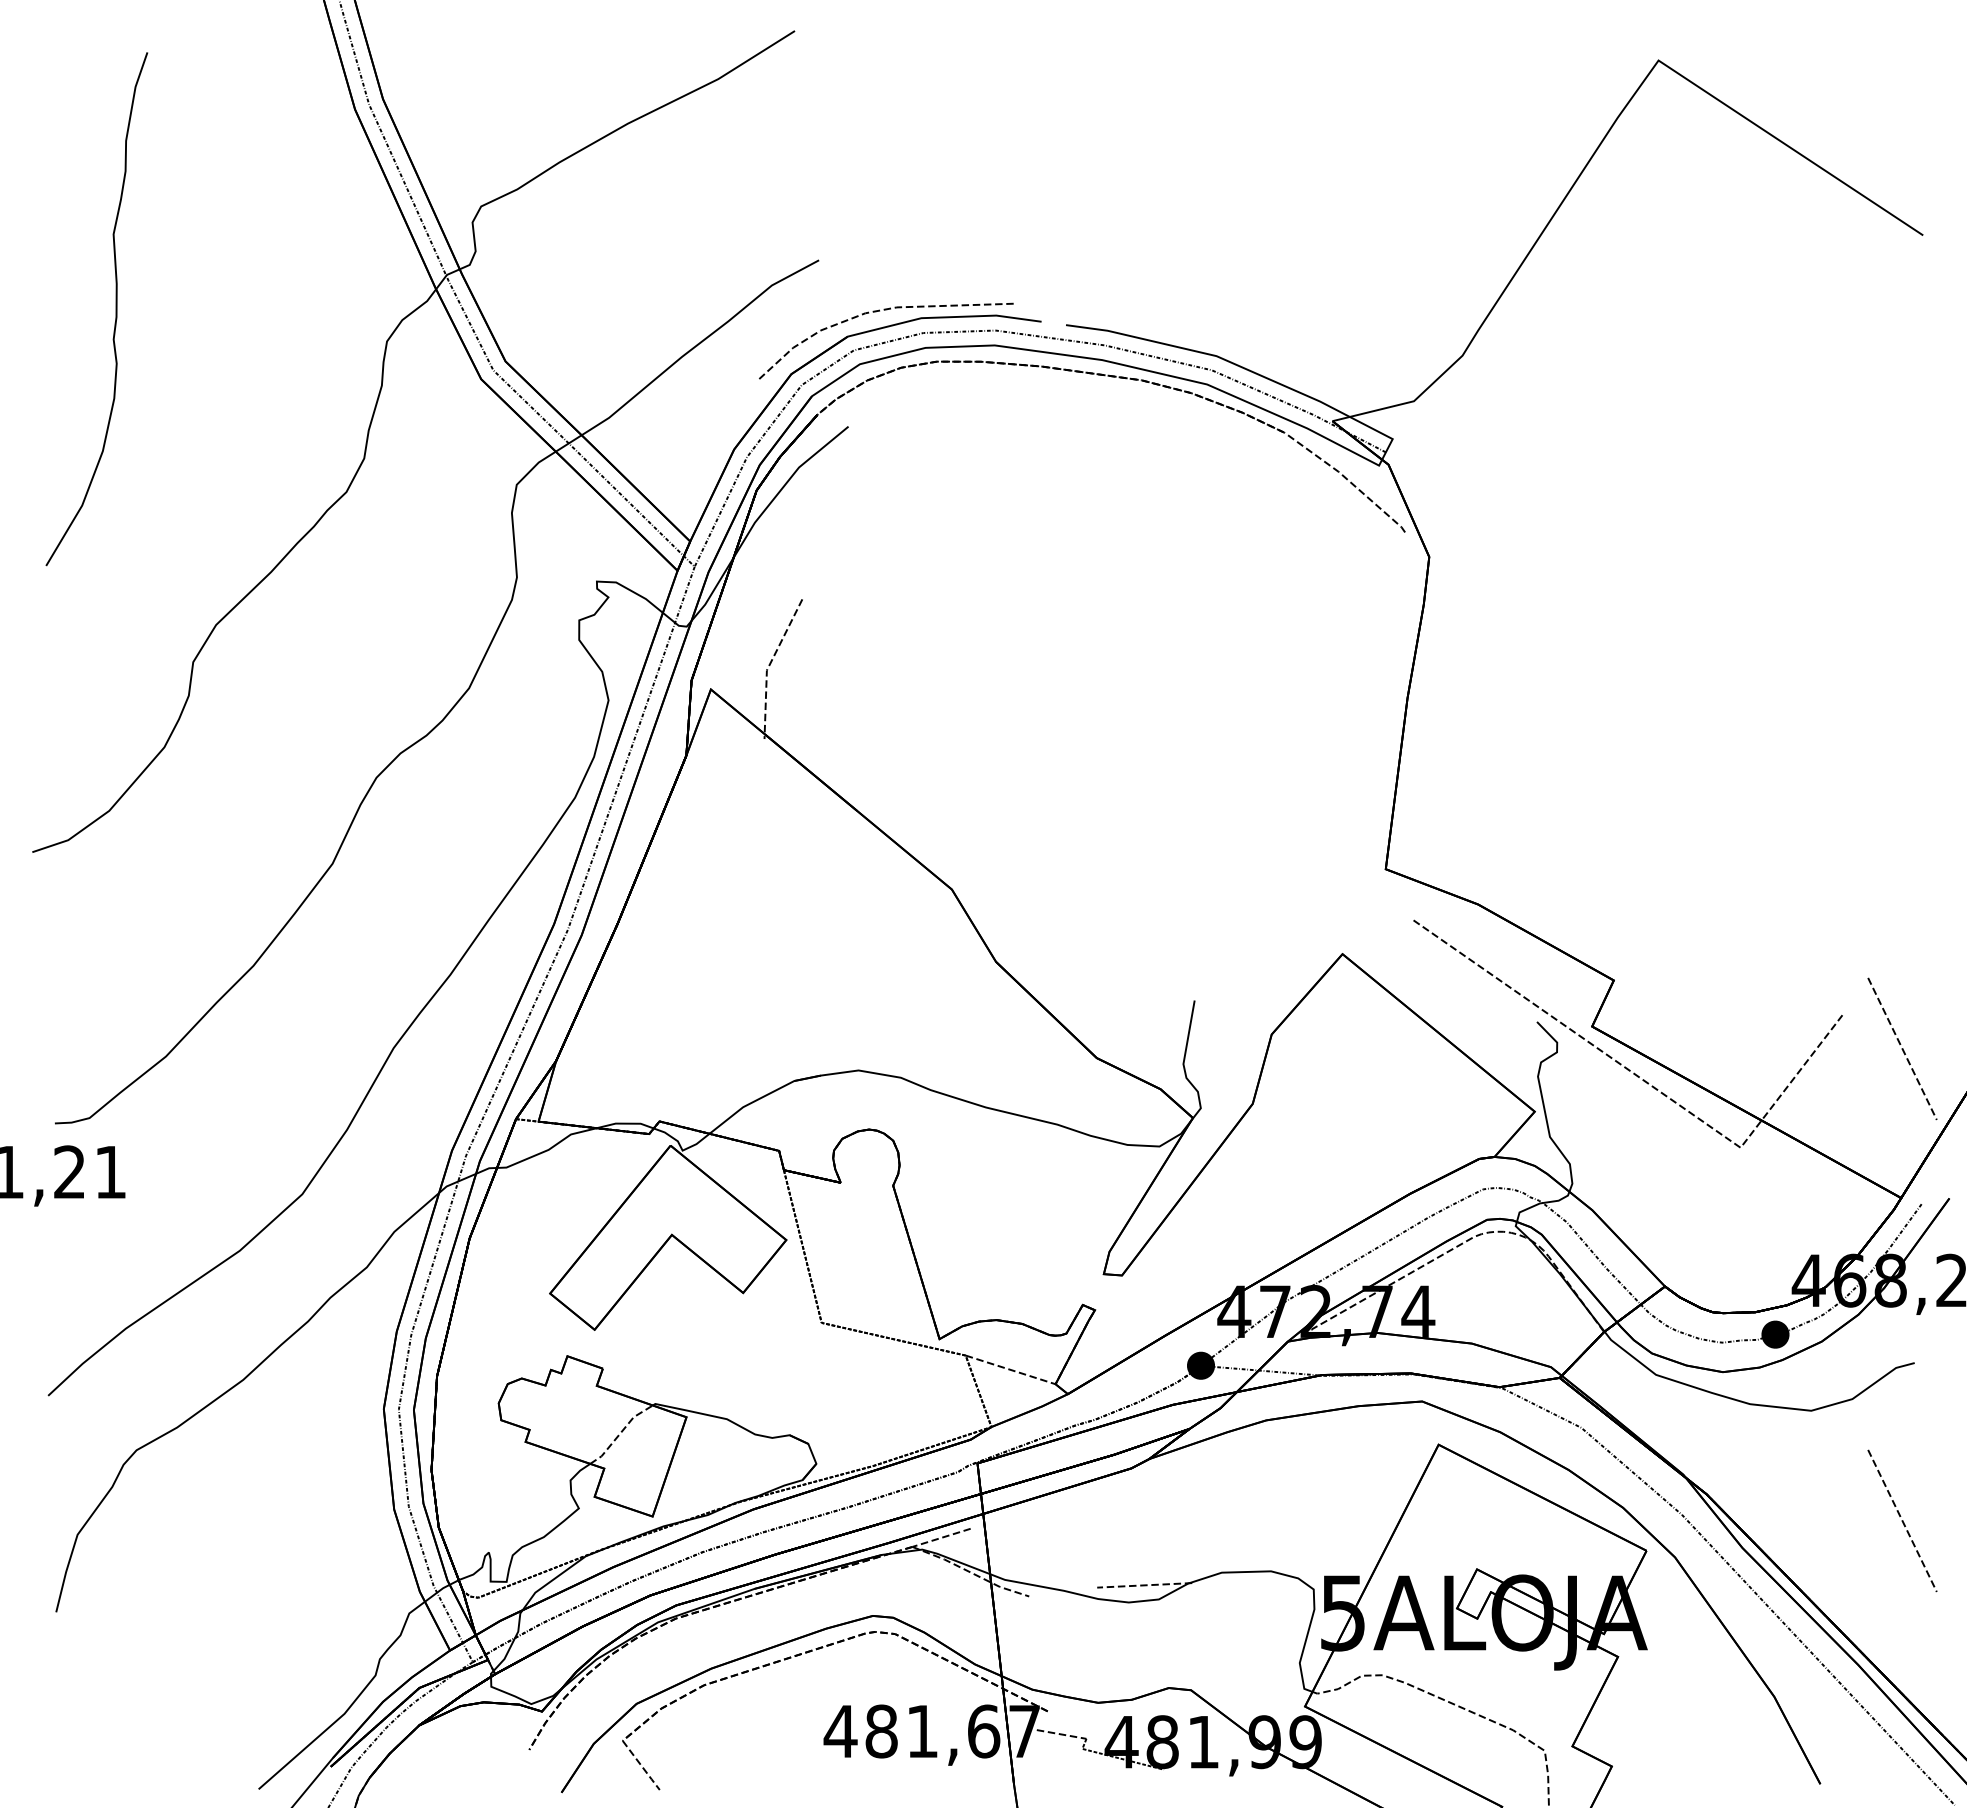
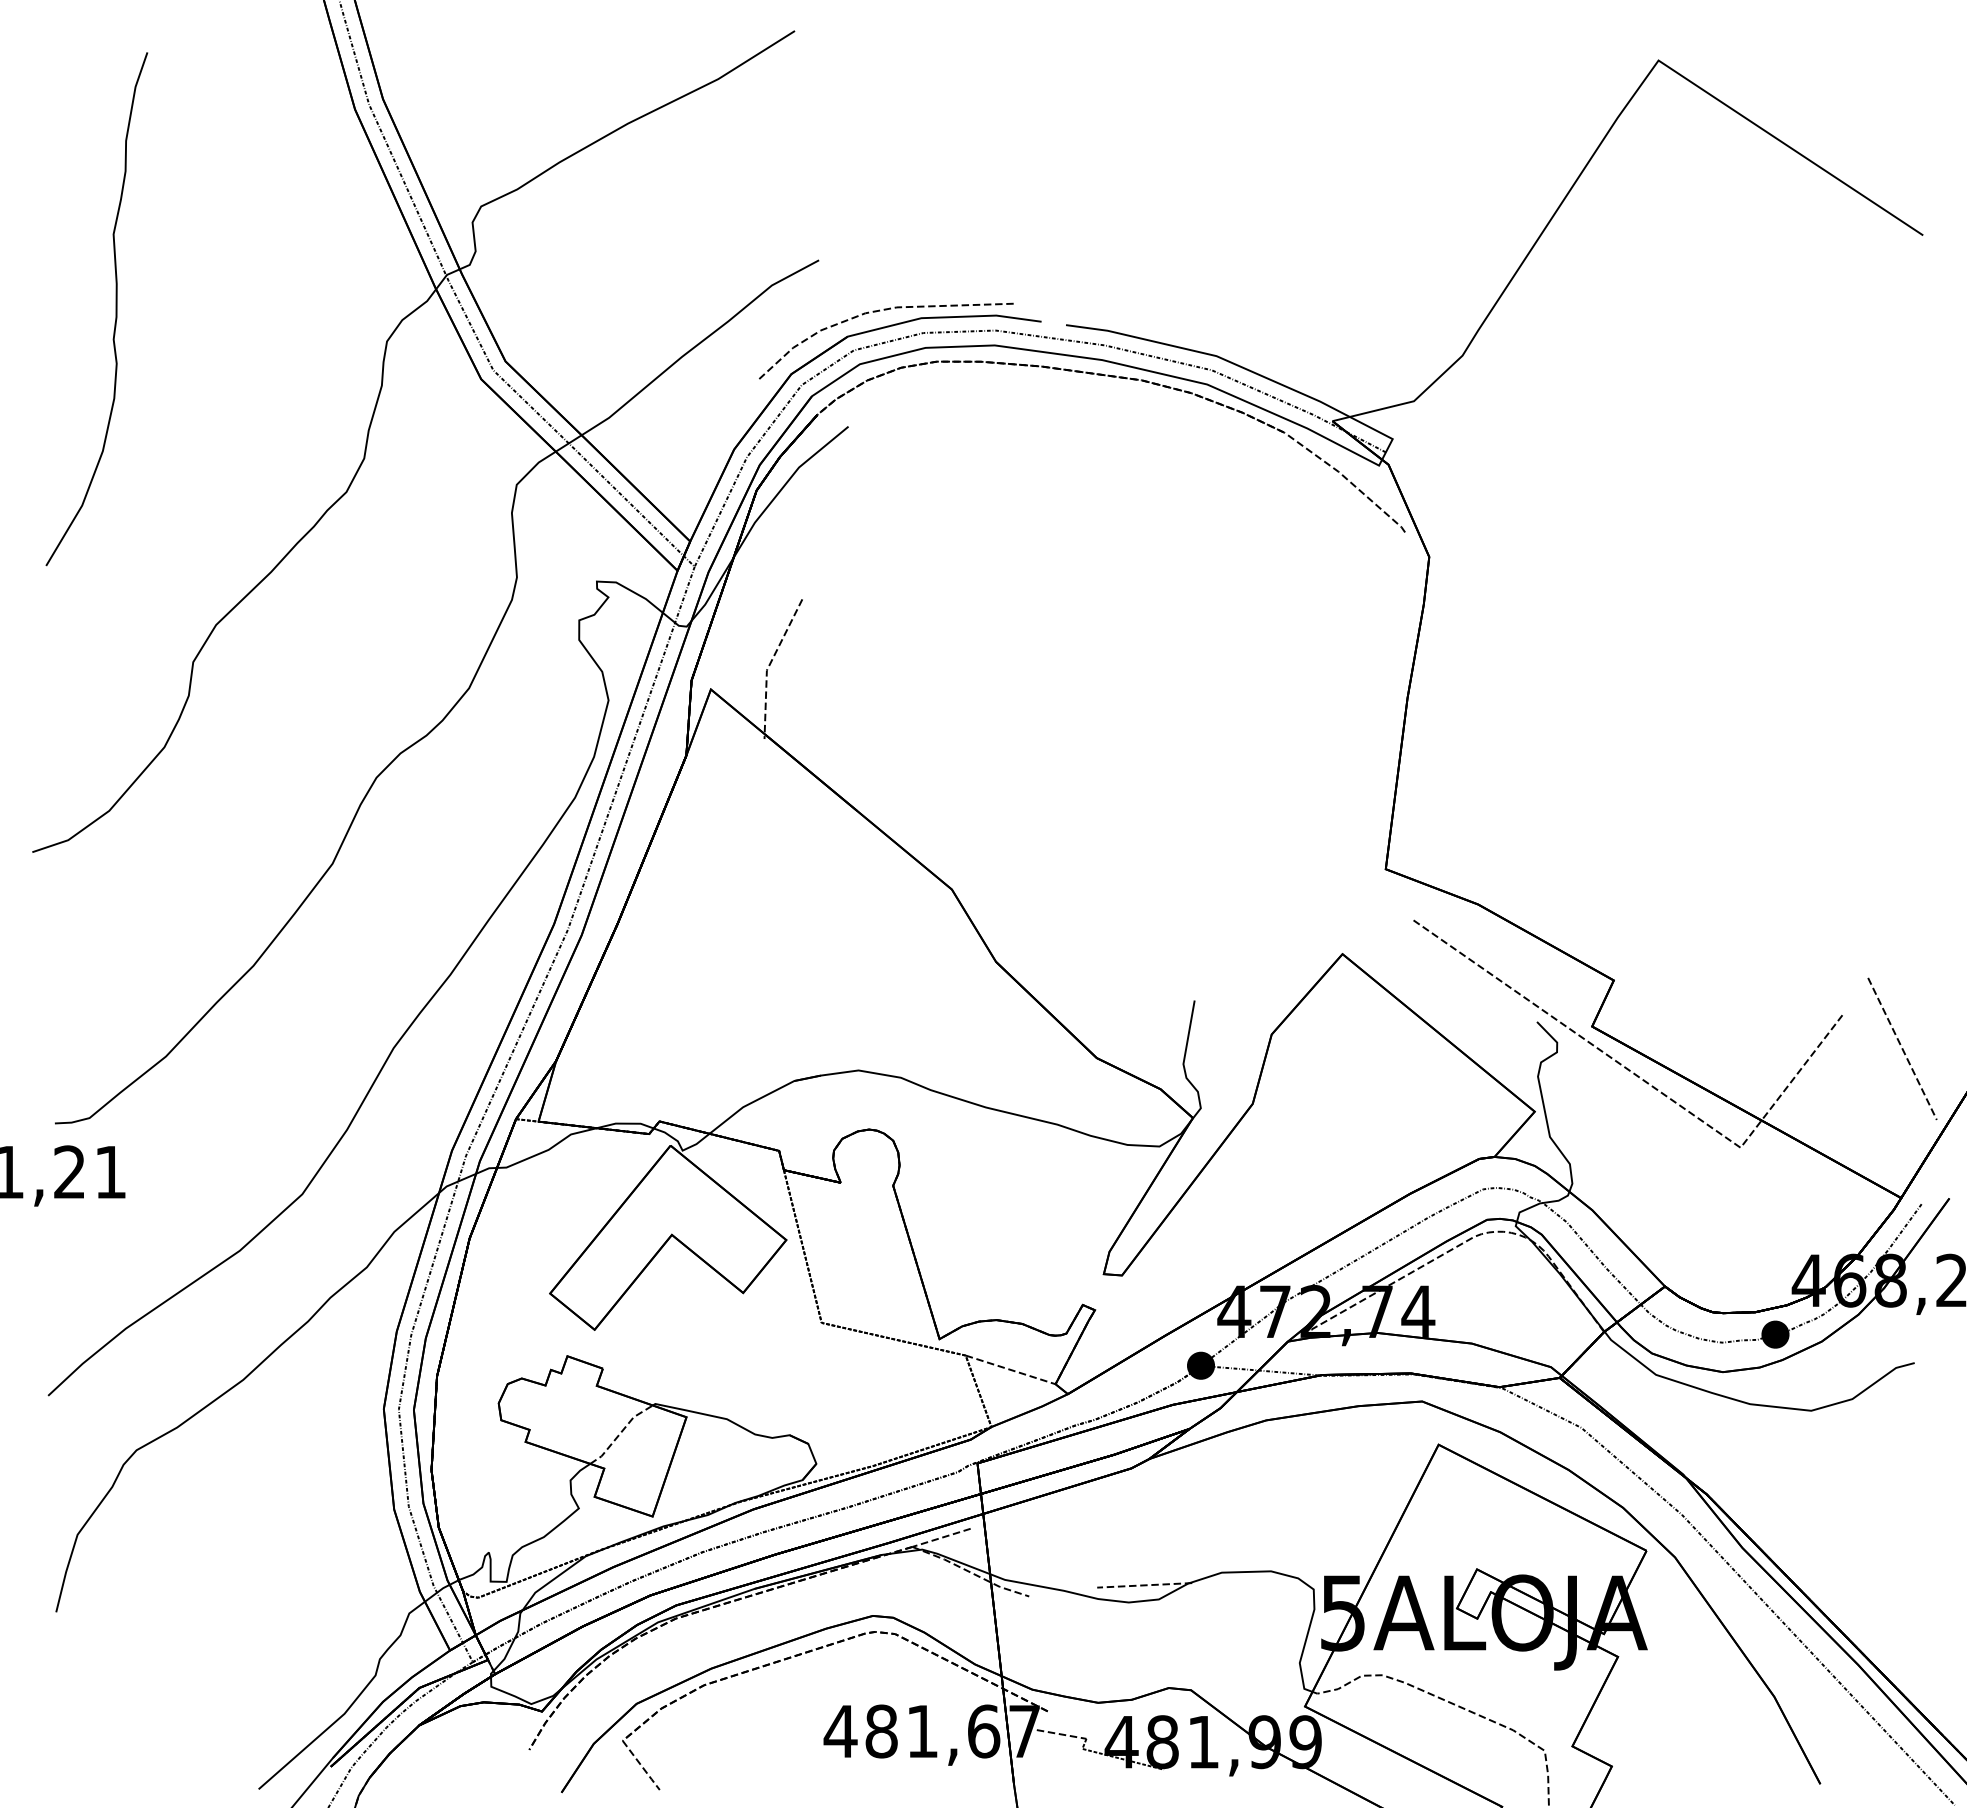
line at (1902, 1520): present -> none
